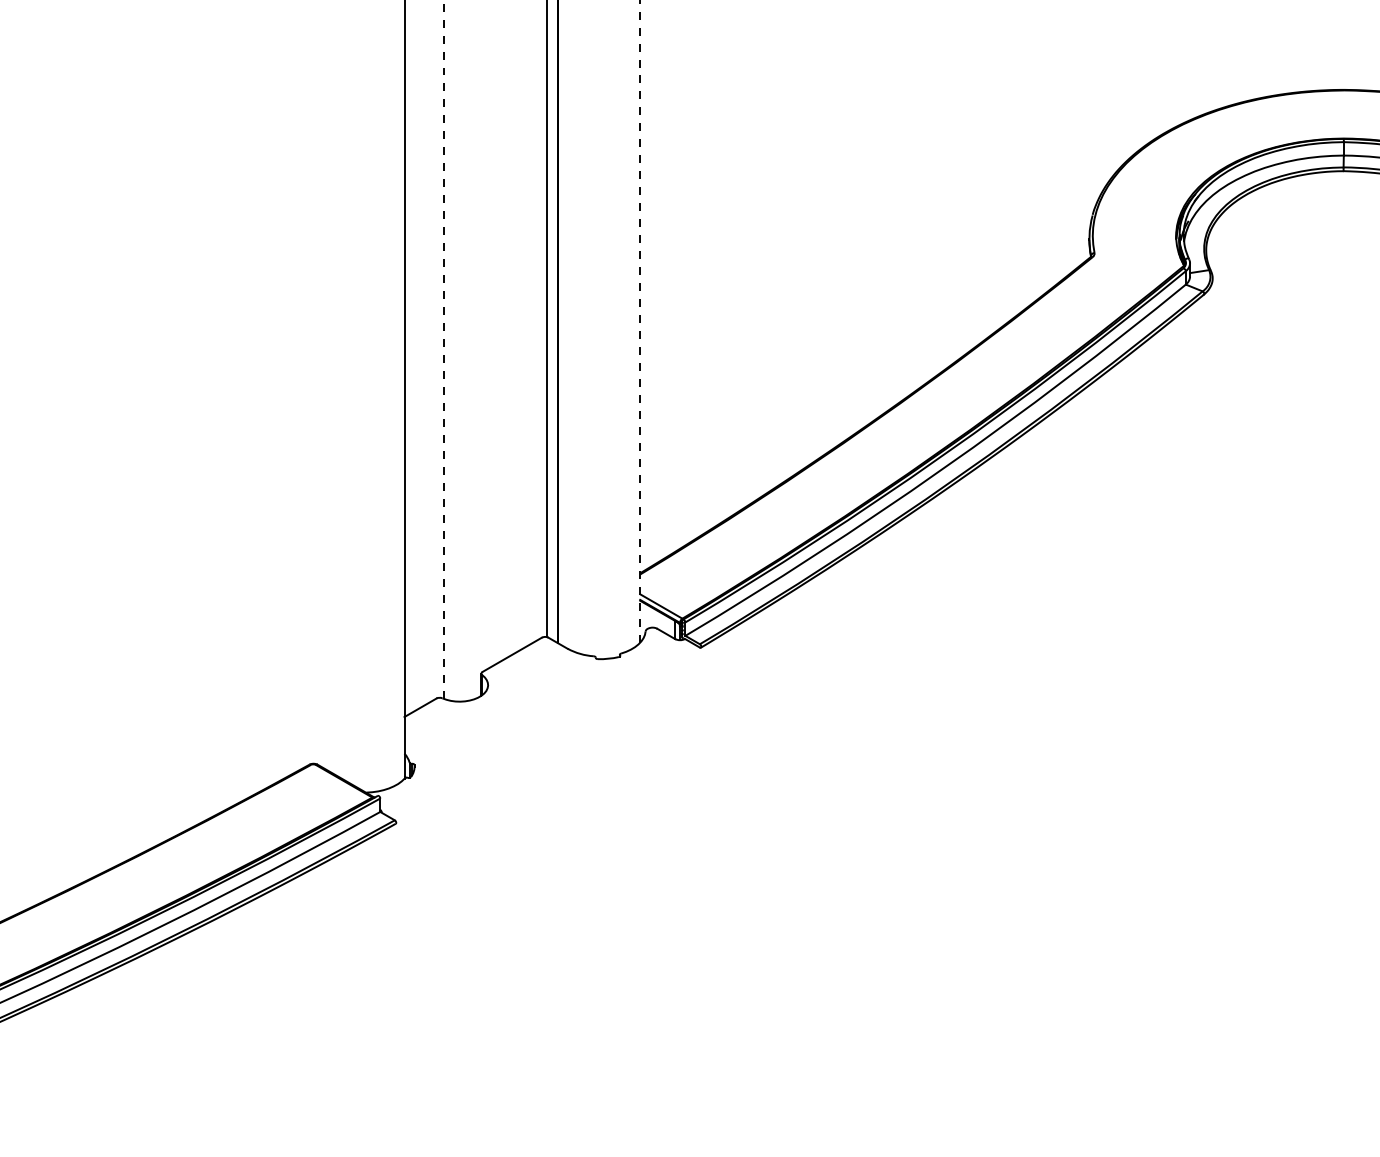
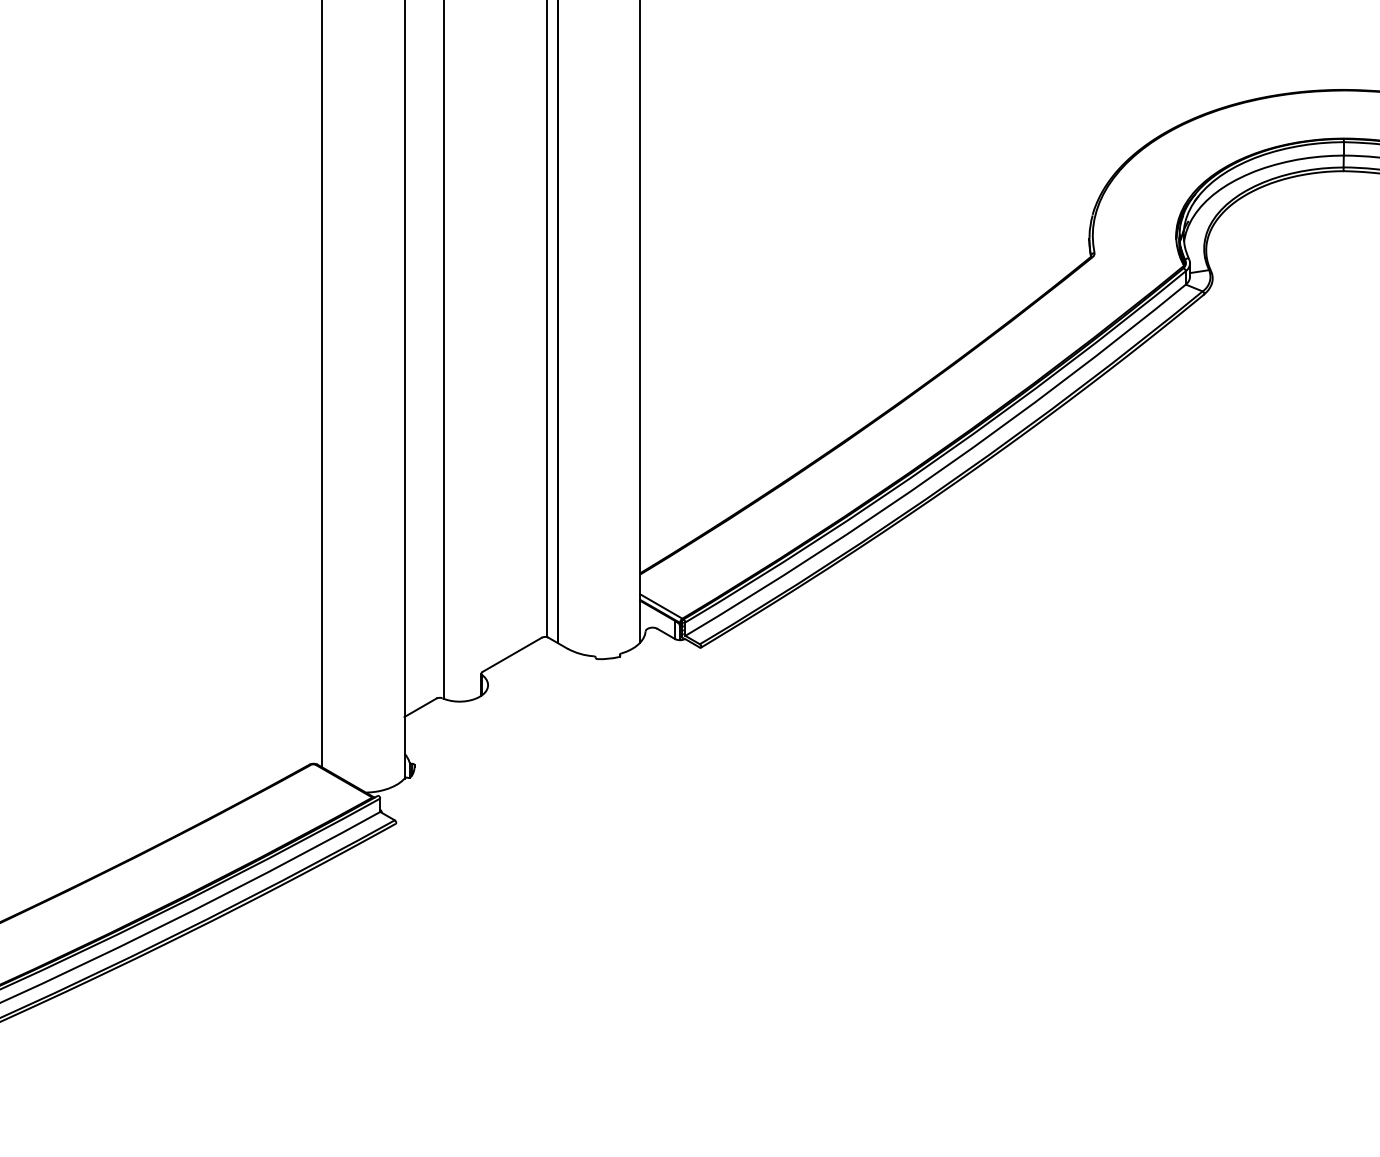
line at (640, 320): dashed -> solid
line at (443, 349): dashed -> solid
line at (322, 384): none -> present
